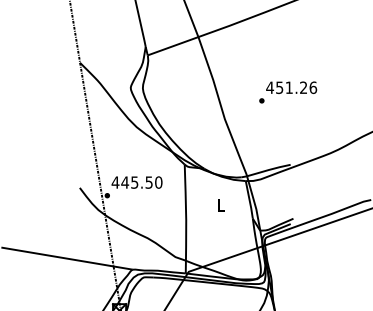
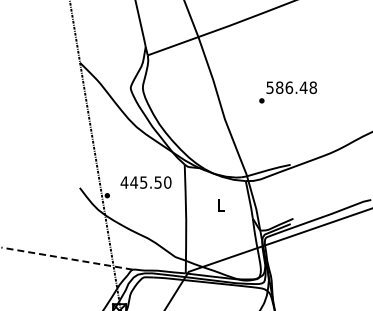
text at (291, 87): 451.26 -> 586.48
text at (136, 182) position: (136, 182) -> (145, 182)
line at (67, 258): solid -> dashed
